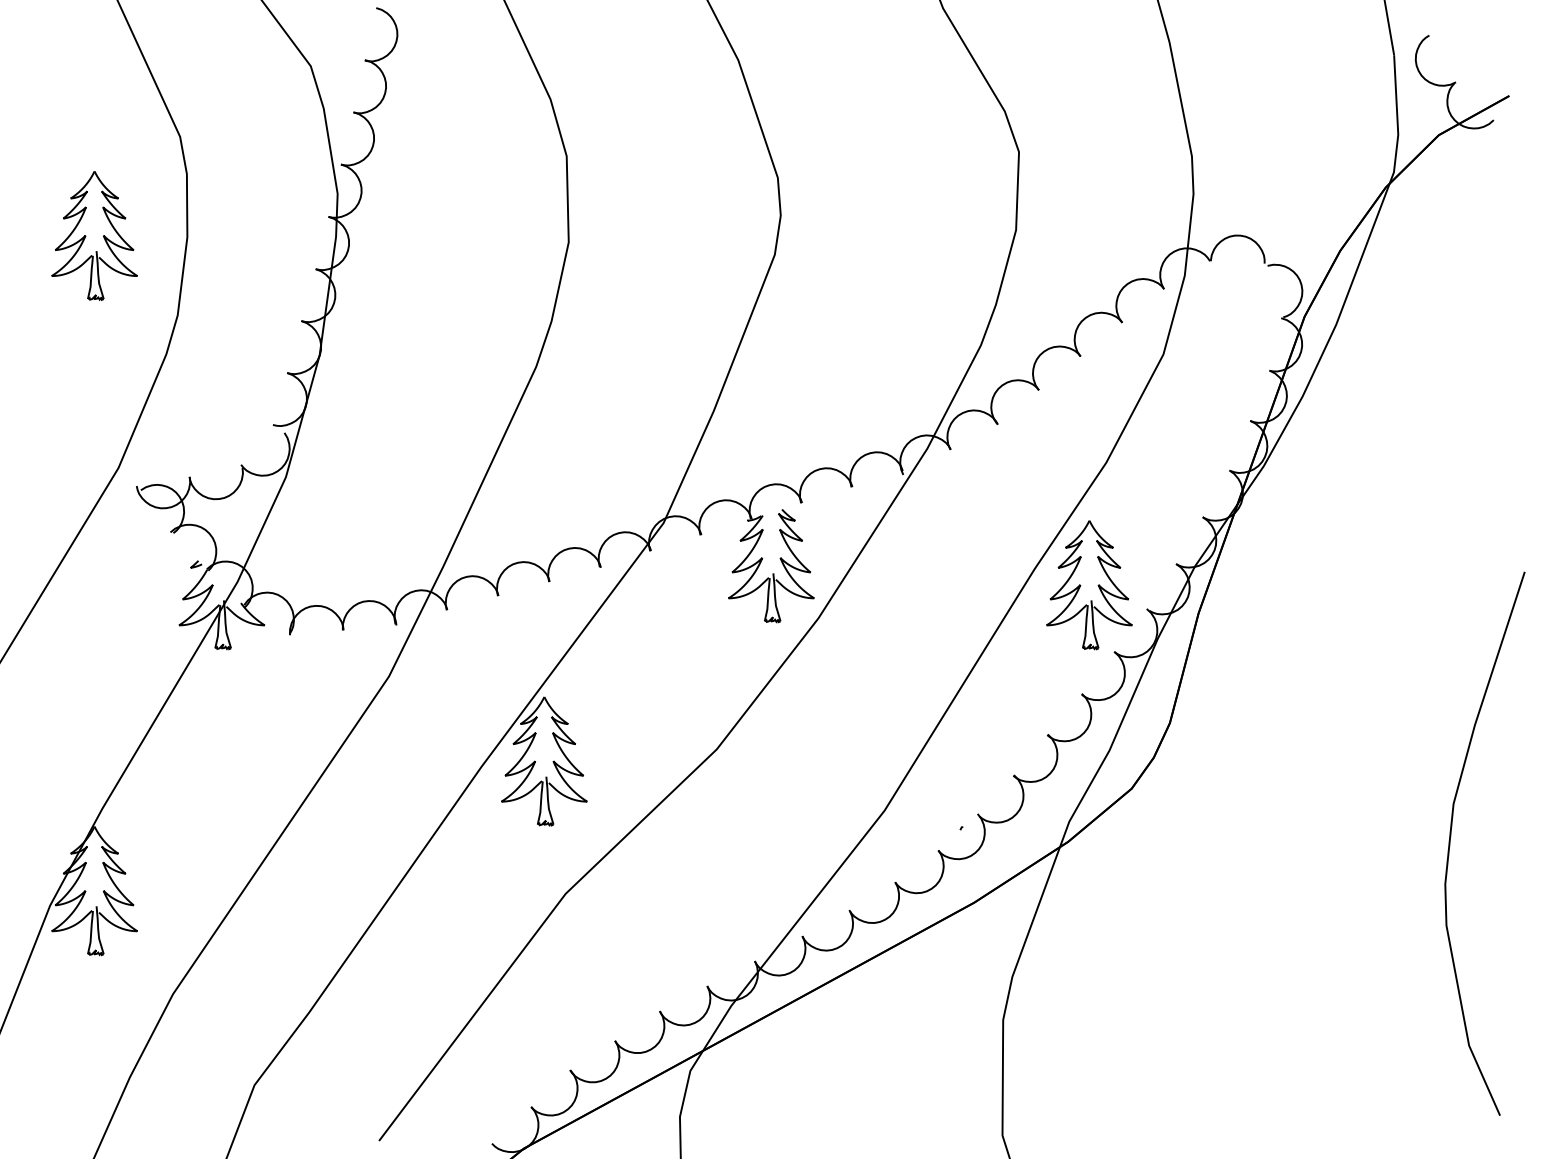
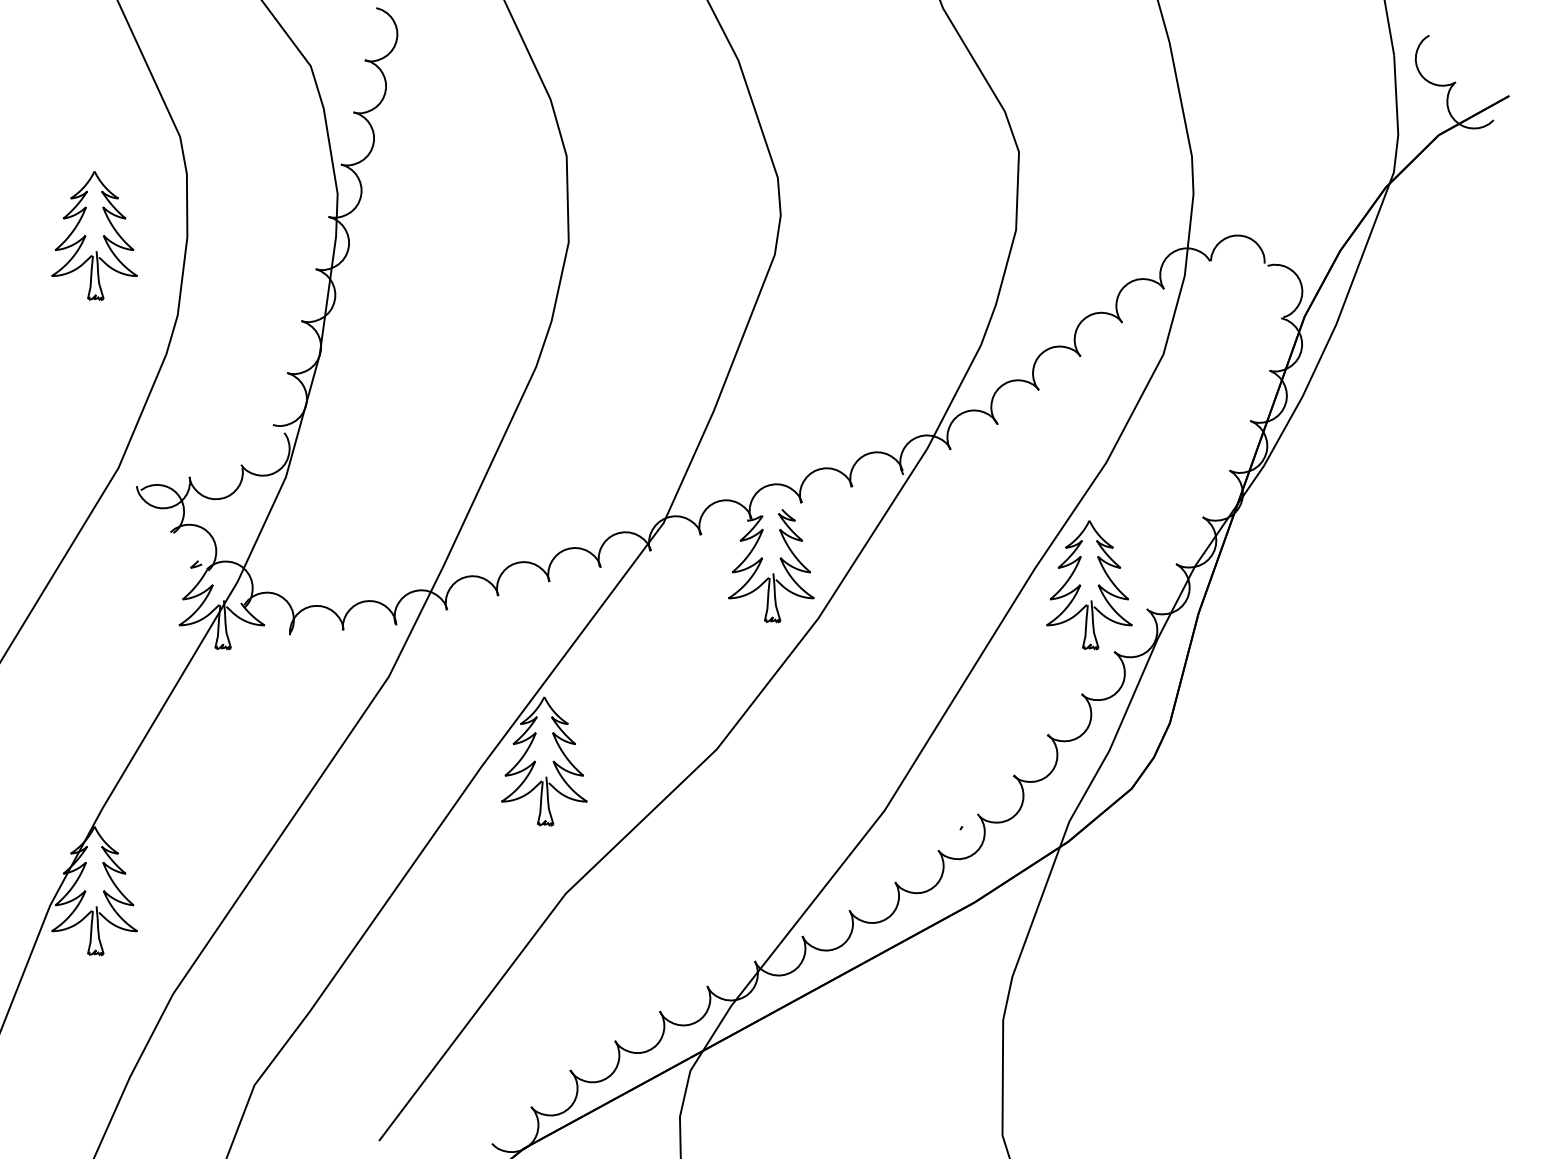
curve at (1451, 836): present -> none
